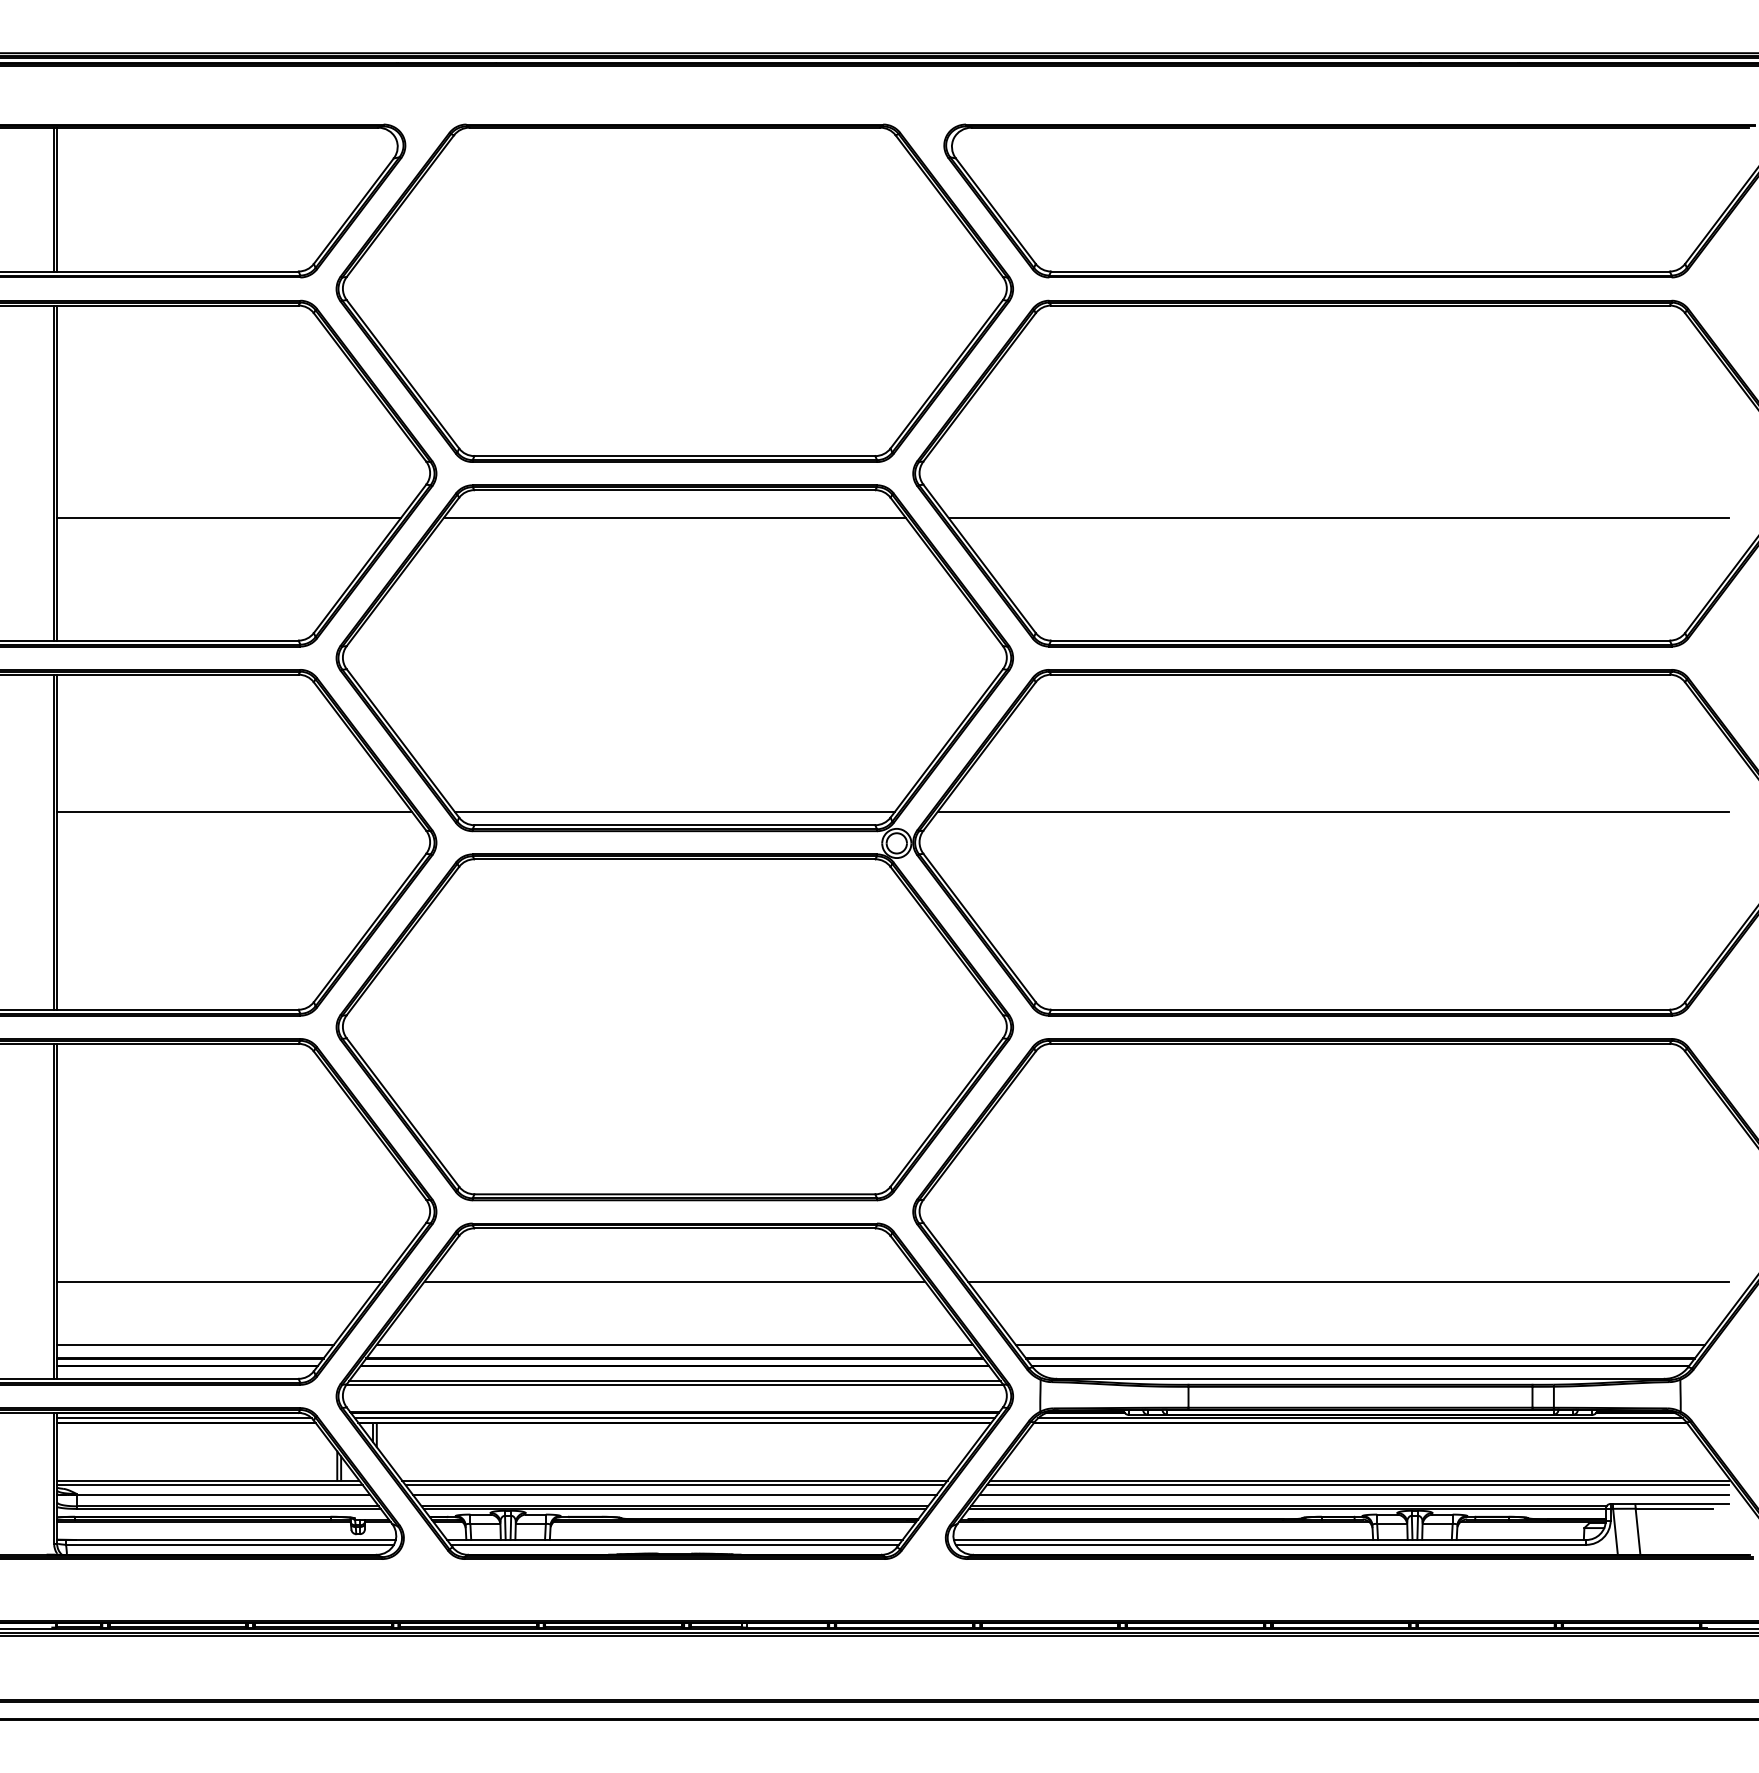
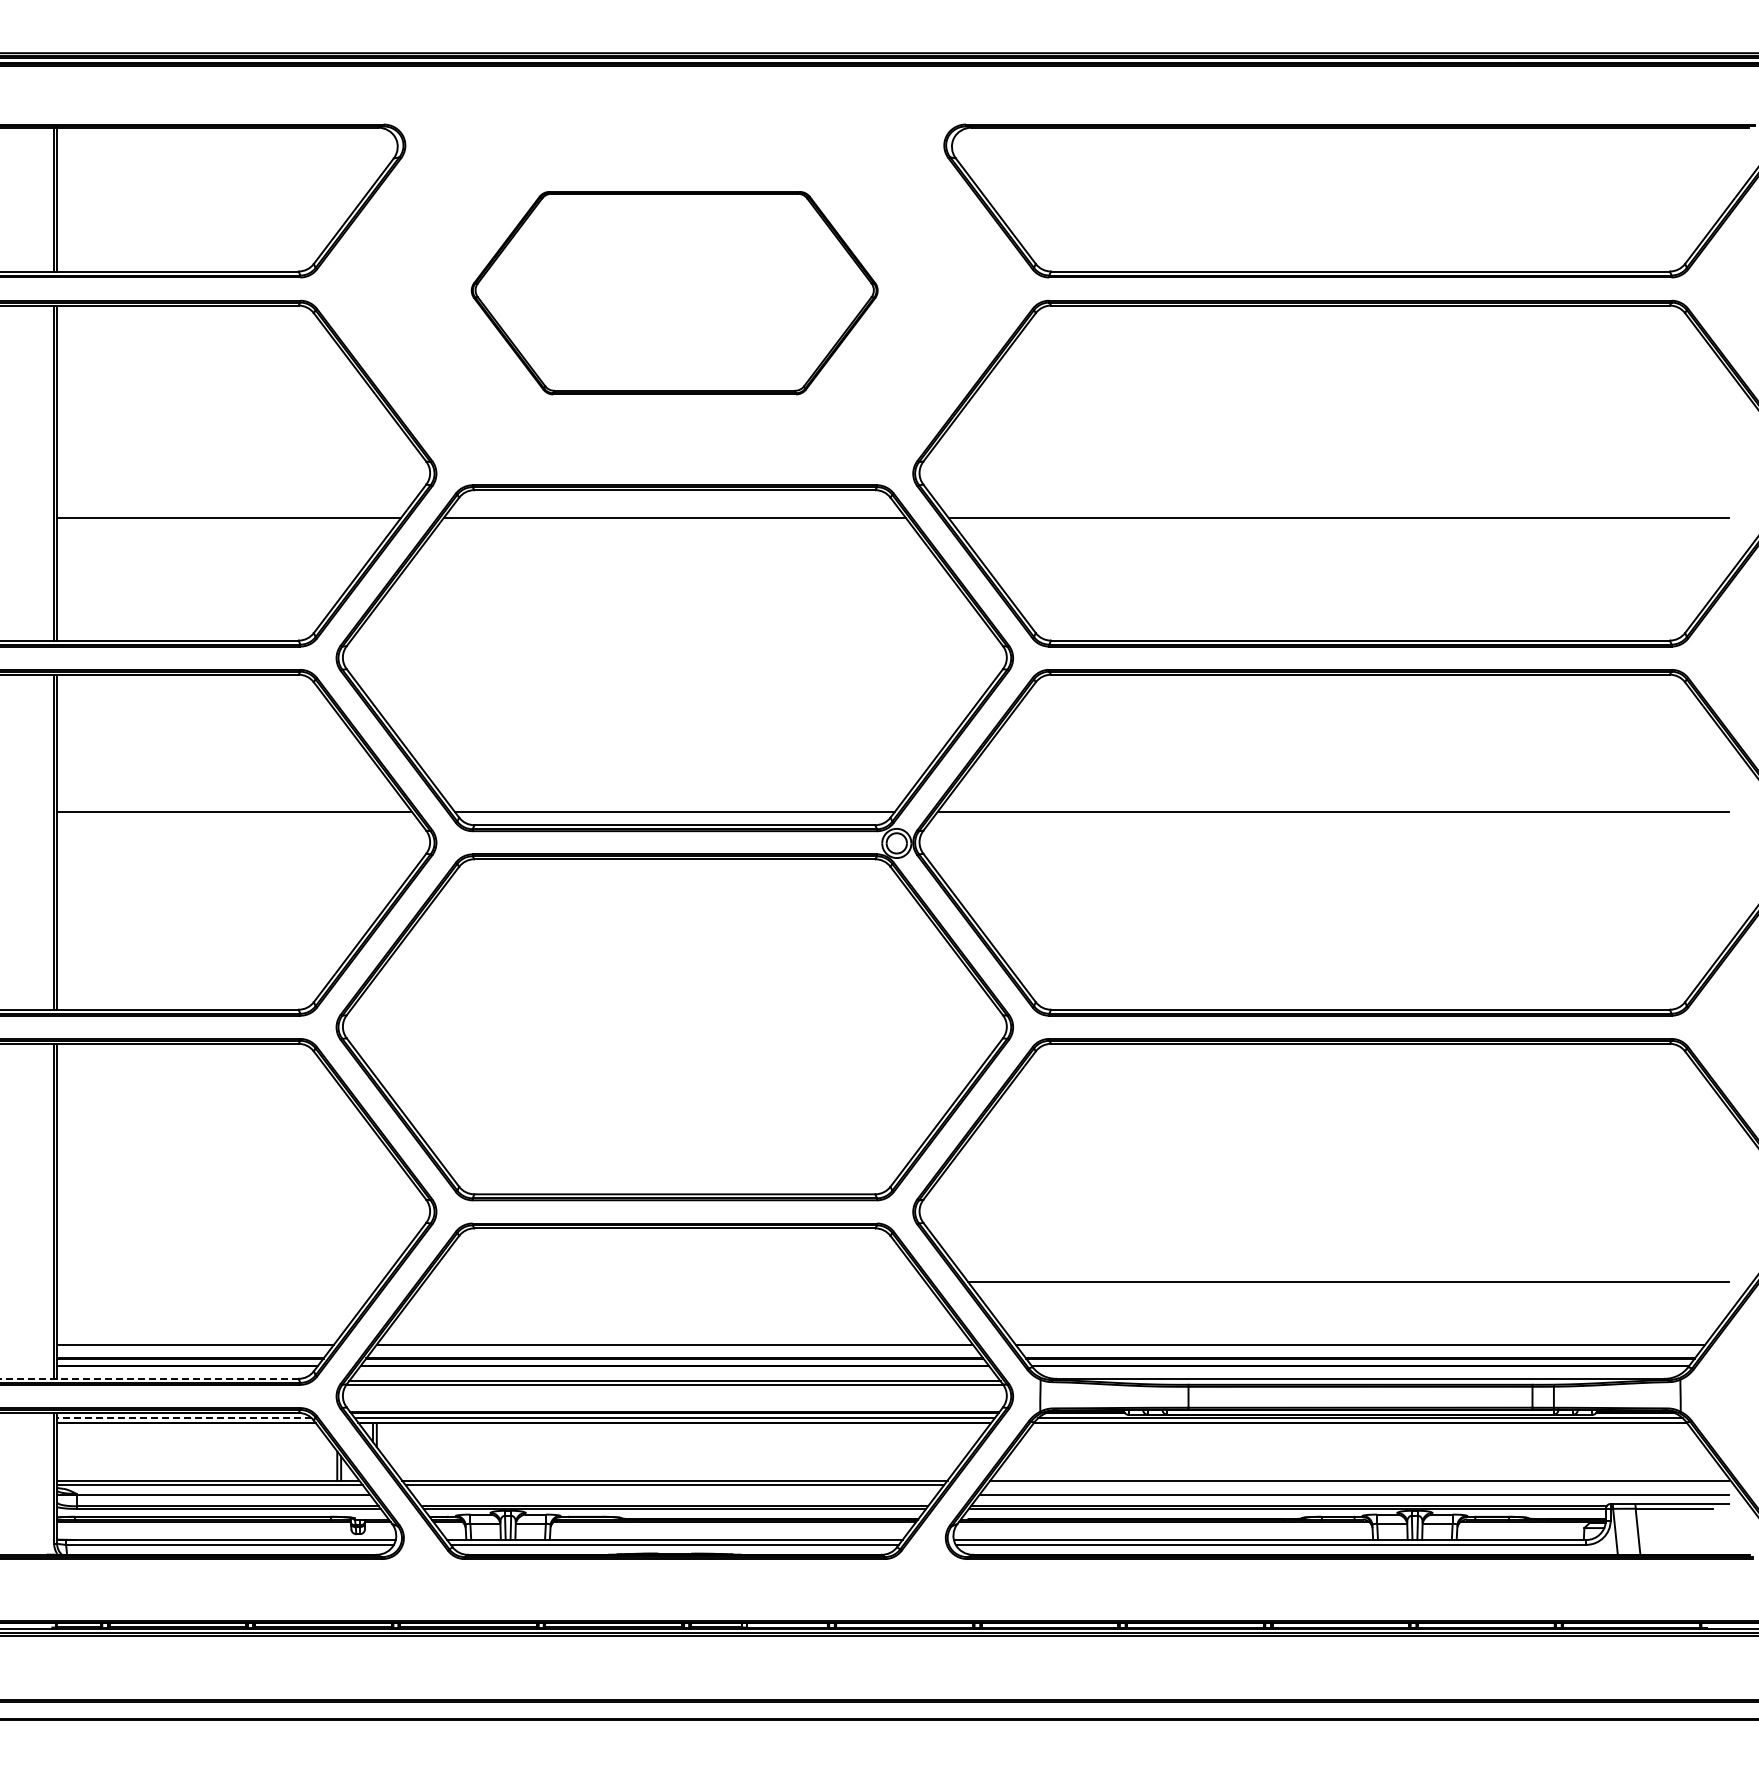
part at (674, 292) size: 679x340 px -> 409x205 px
line at (219, 1281): present -> none
line at (674, 1281): present -> none
line at (149, 1378): solid -> dashed
line at (183, 1418): solid -> dashed
line at (1357, 1485): present -> none
line at (674, 1494): present -> none
